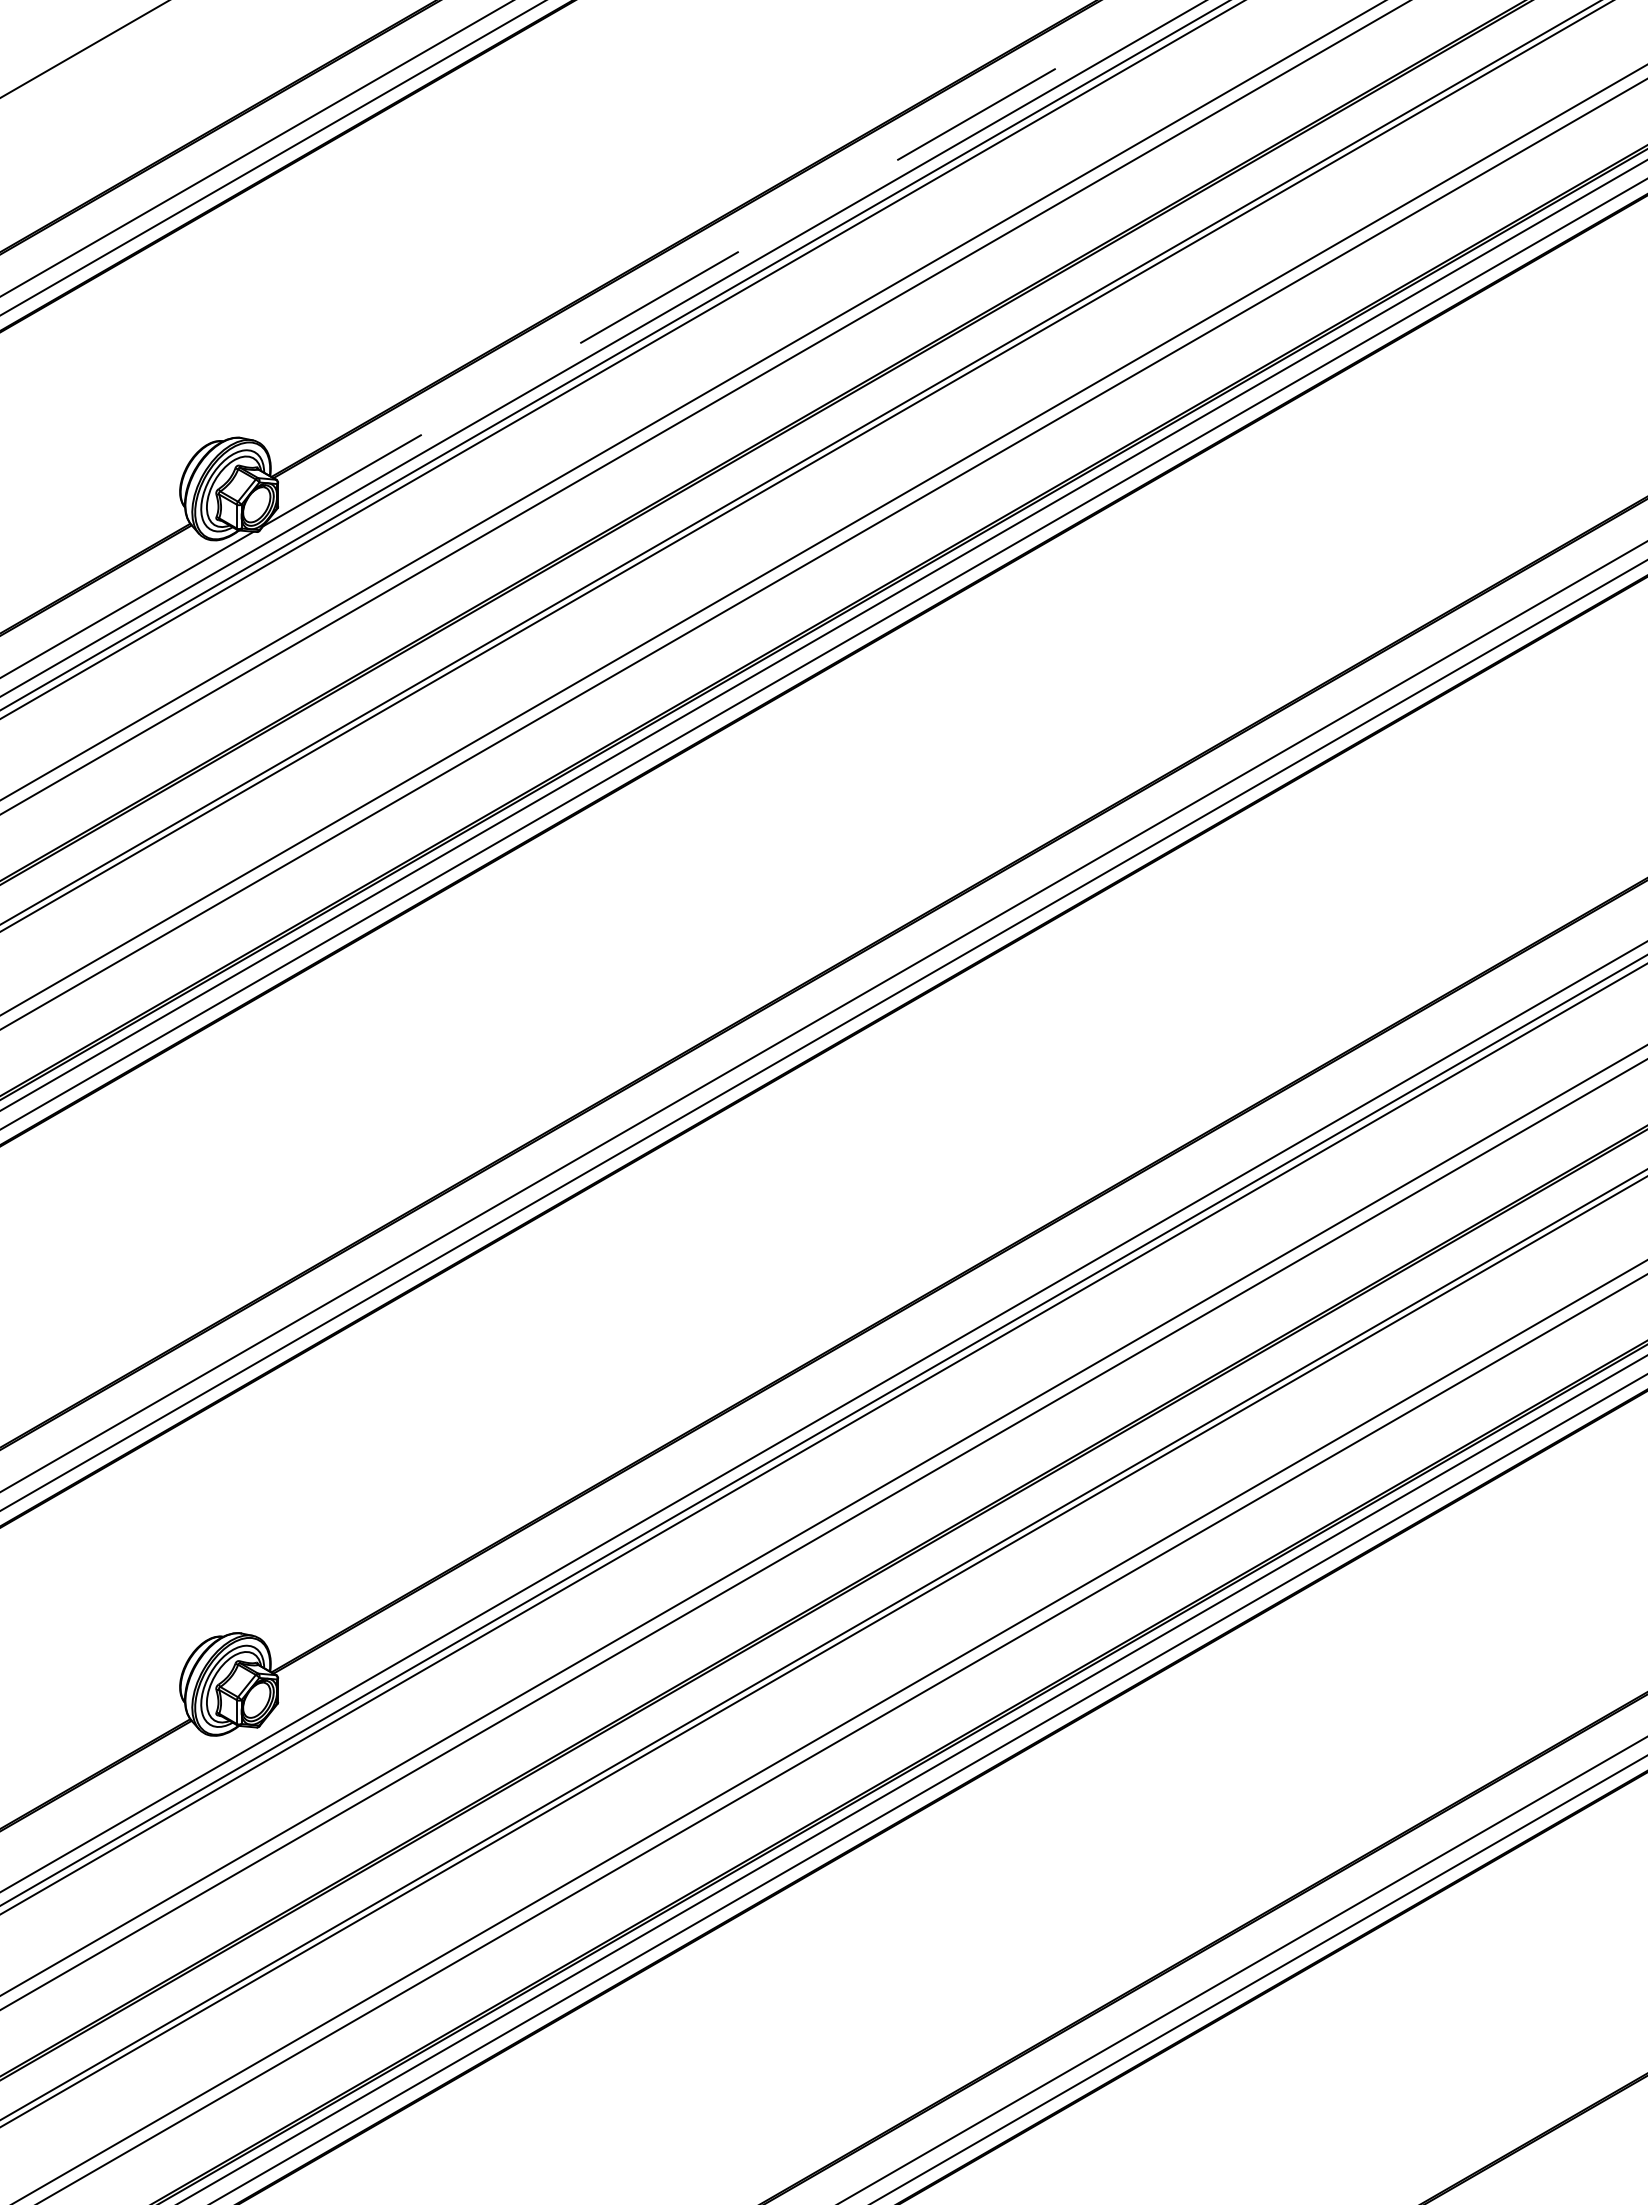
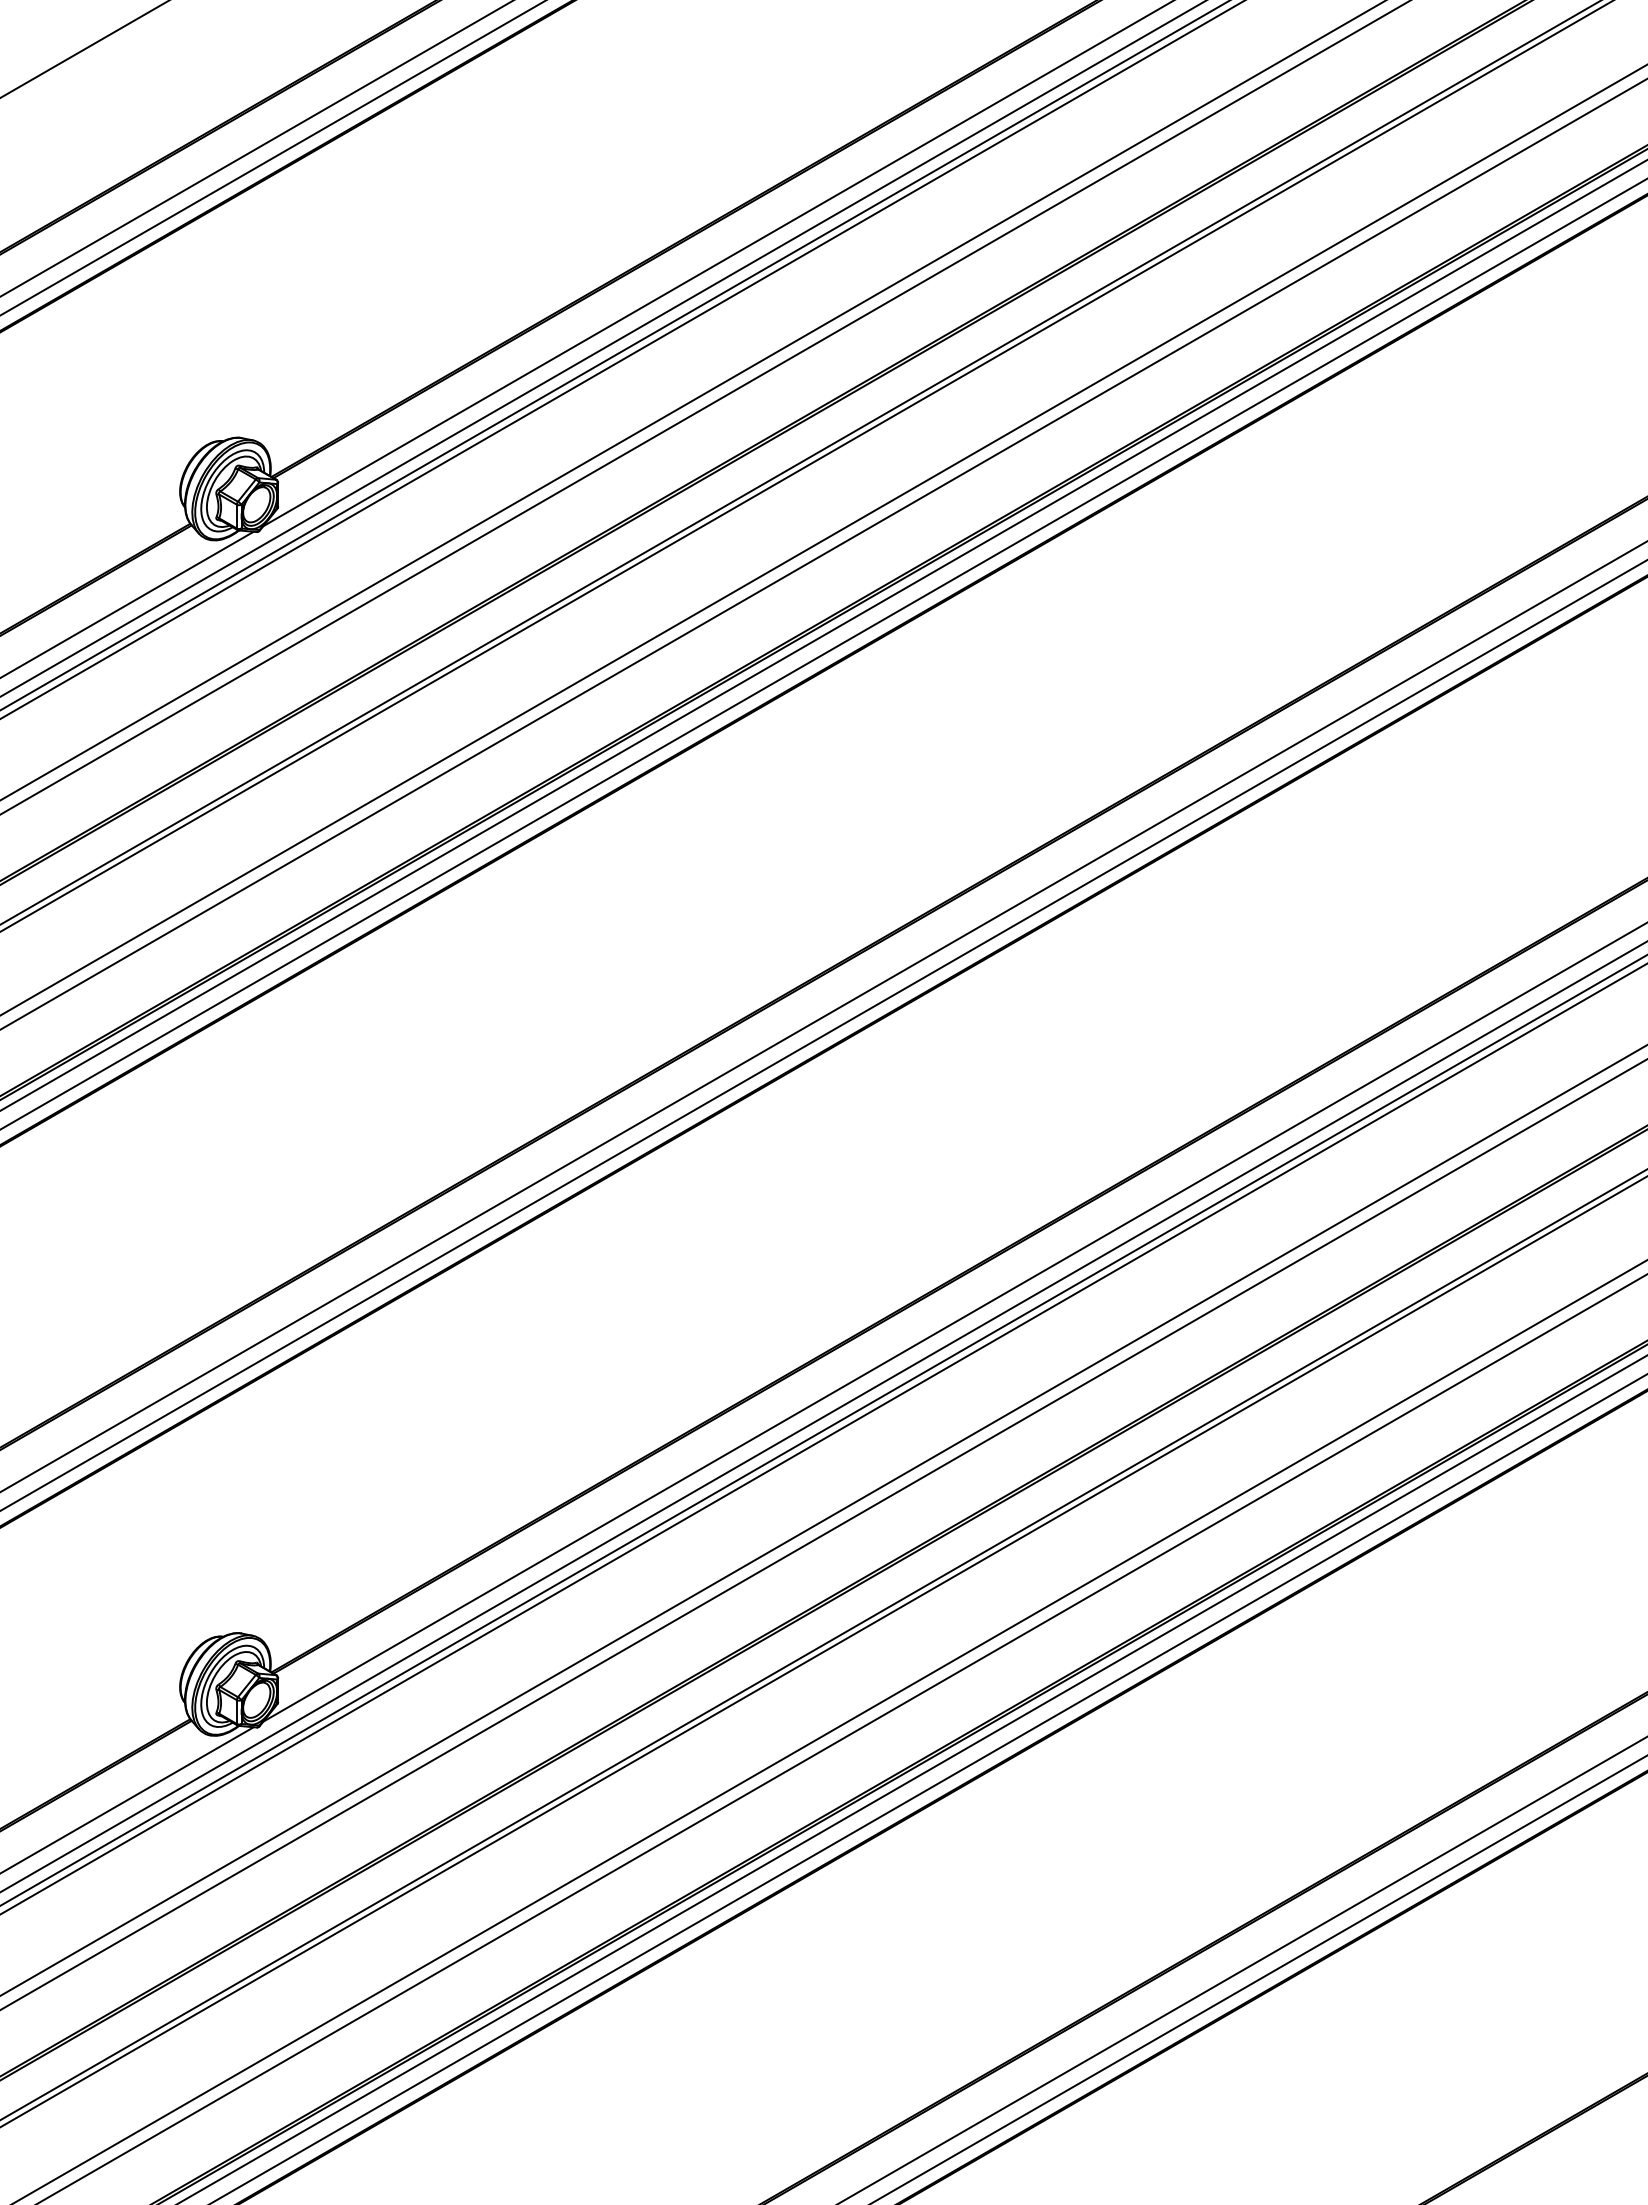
line at (718, 263): dashed -> solid
line at (953, 1322): none -> present
line at (127, 1799): none -> present
